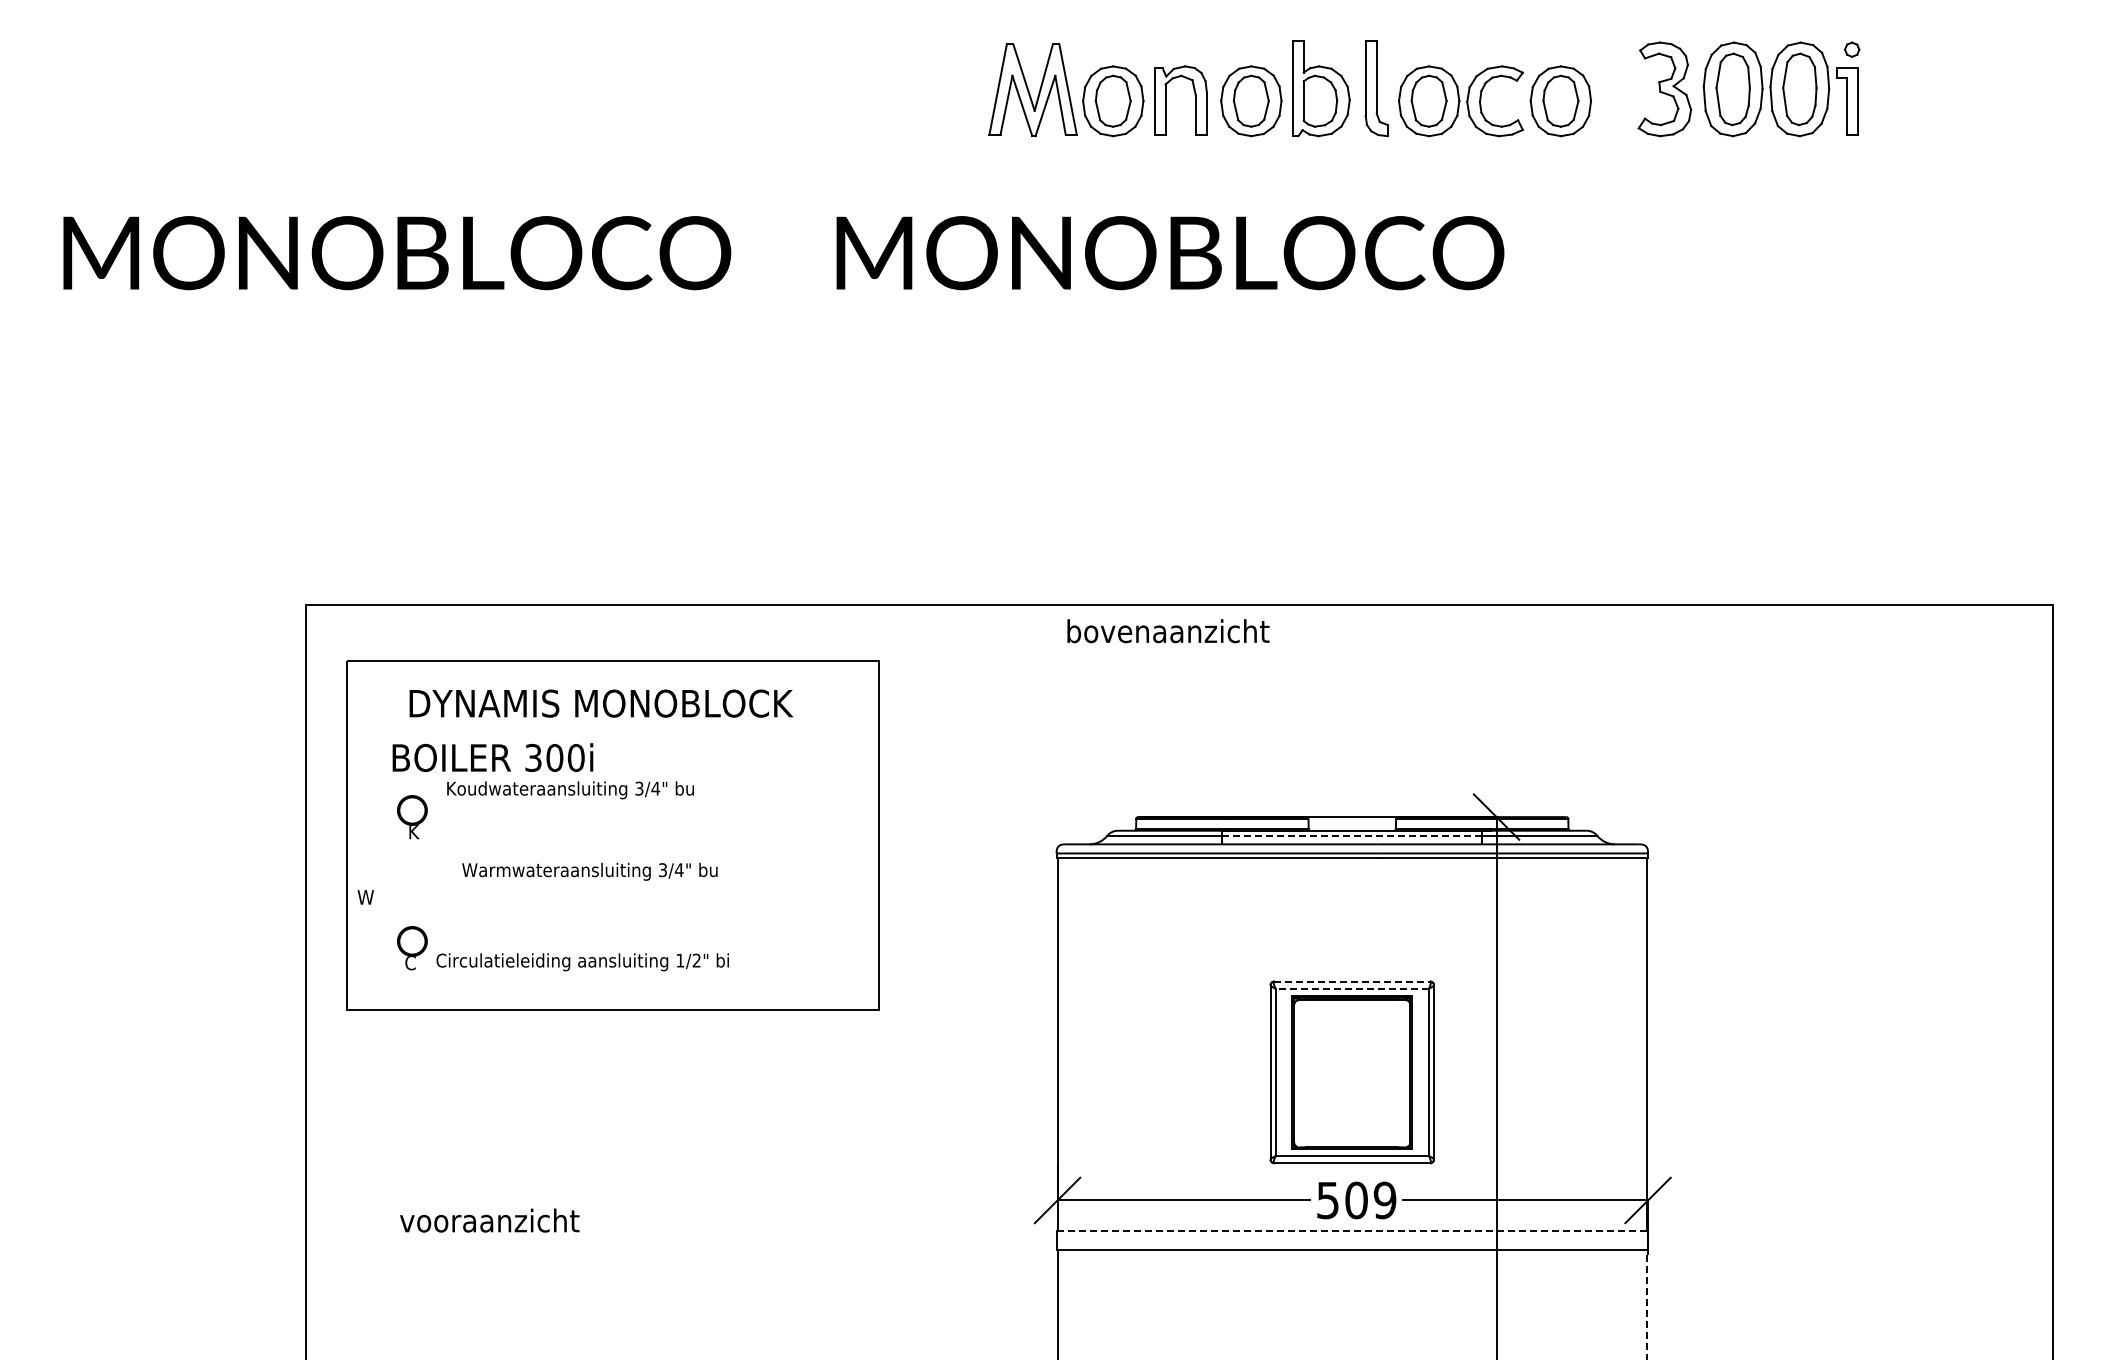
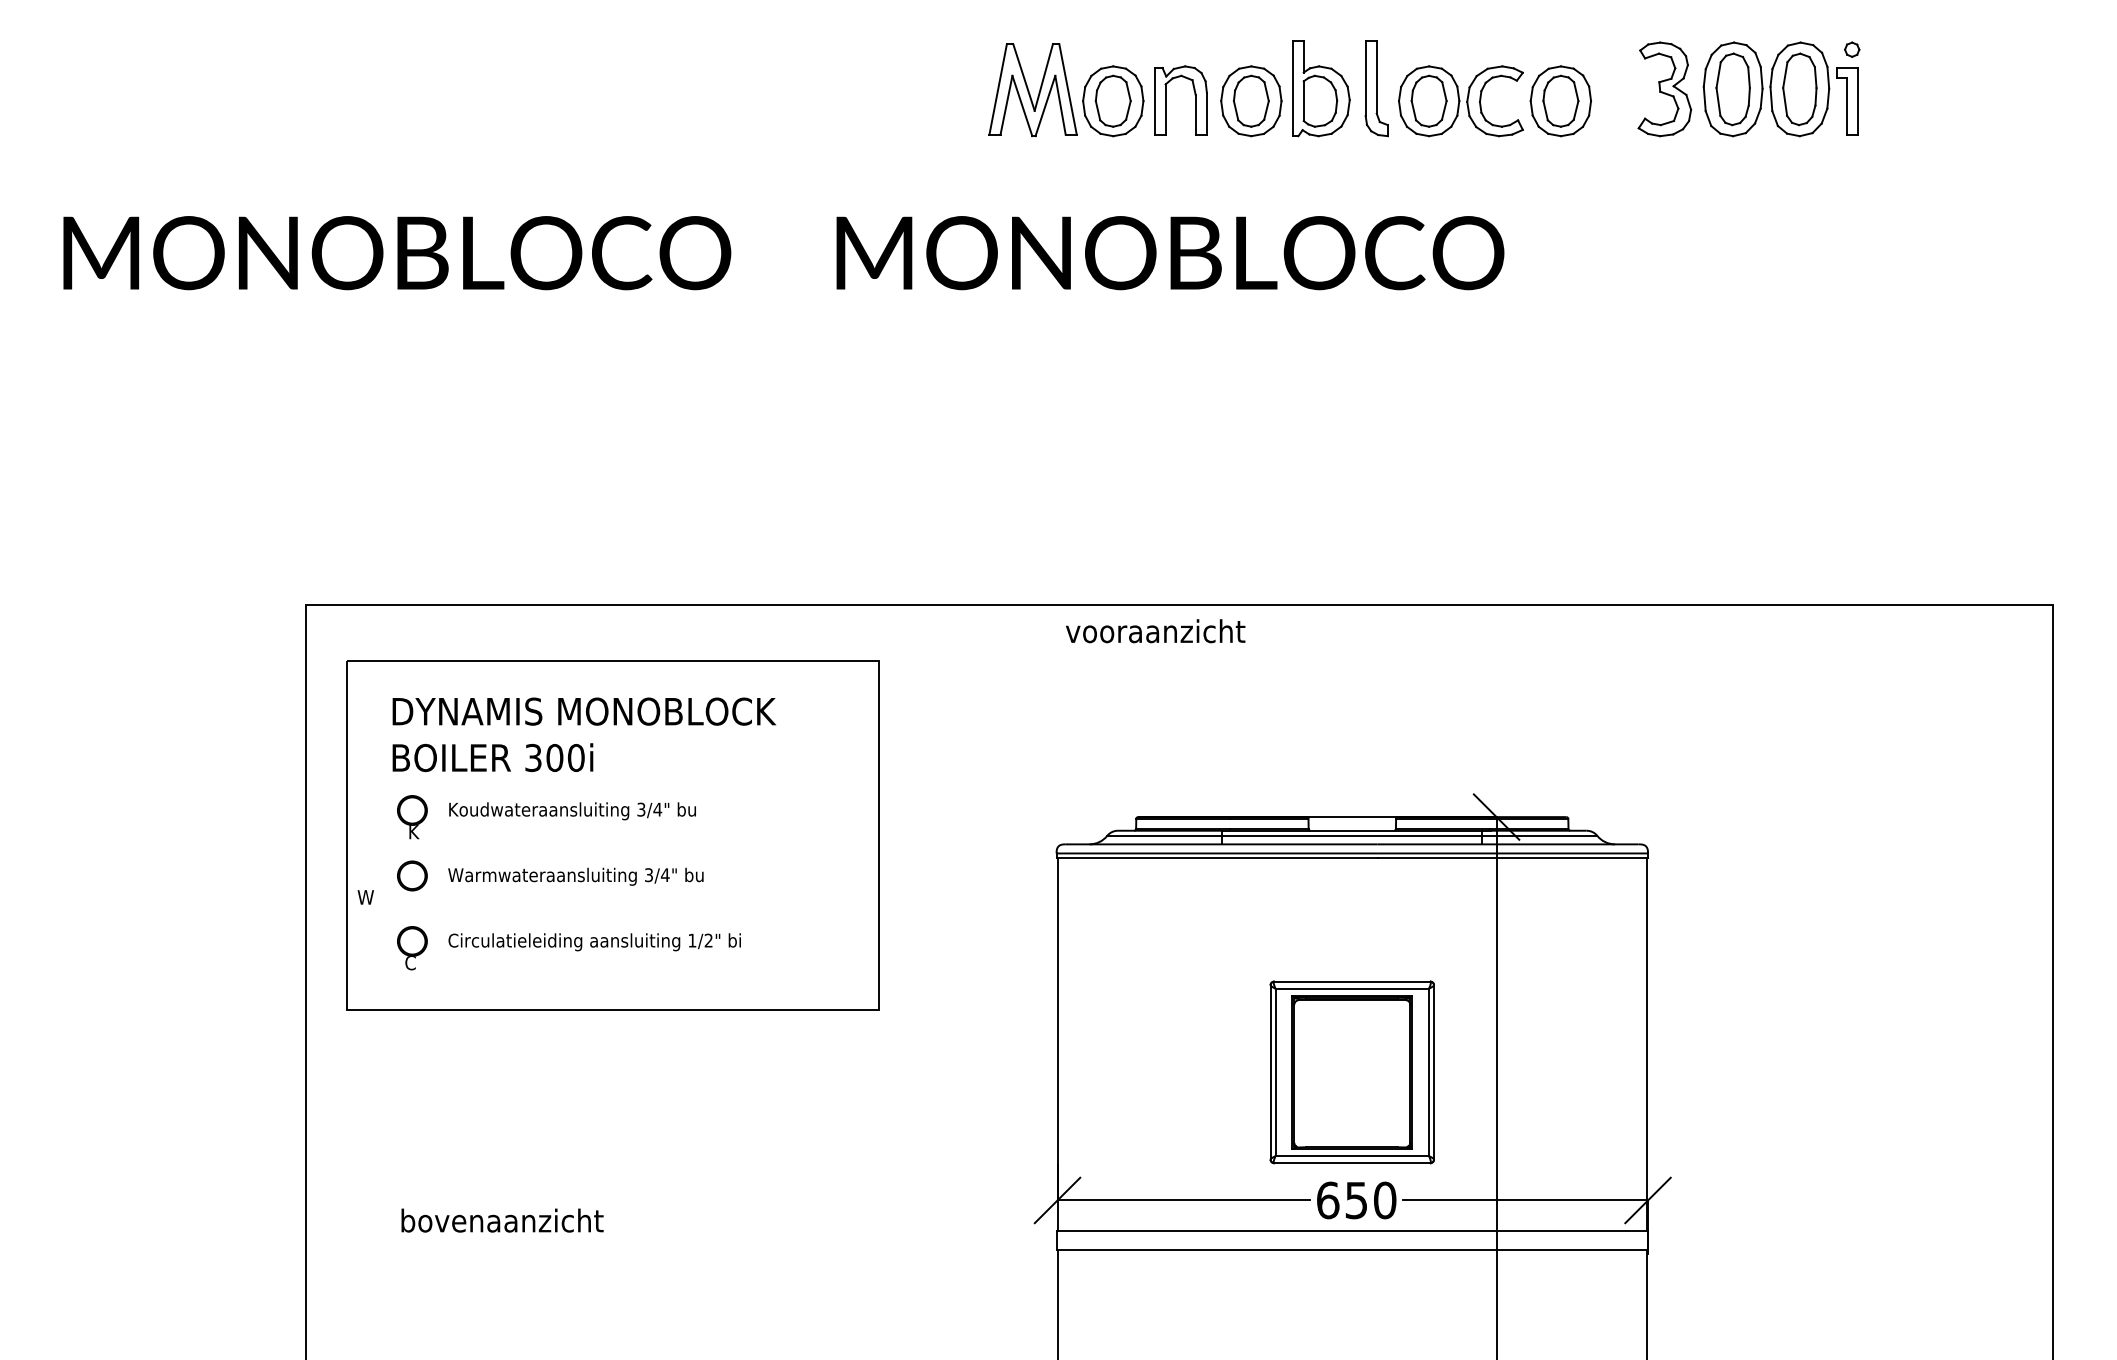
text at (1167, 631): bovenaanzicht -> vooraanzicht
text at (601, 703) position: (601, 703) -> (584, 711)
text at (570, 790) position: (570, 790) -> (572, 811)
line at (1352, 835): dashed -> solid
text at (589, 871) position: (589, 871) -> (575, 876)
circle at (412, 875): none -> present
text at (582, 962) position: (582, 962) -> (594, 942)
line at (1352, 981): dashed -> solid
line at (1352, 988): dashed -> solid
text at (1356, 1200): 509 -> 650
text at (501, 1220): vooraanzicht -> bovenaanzicht
line at (1352, 1231): dashed -> solid
line at (1647, 1304): dashed -> solid
